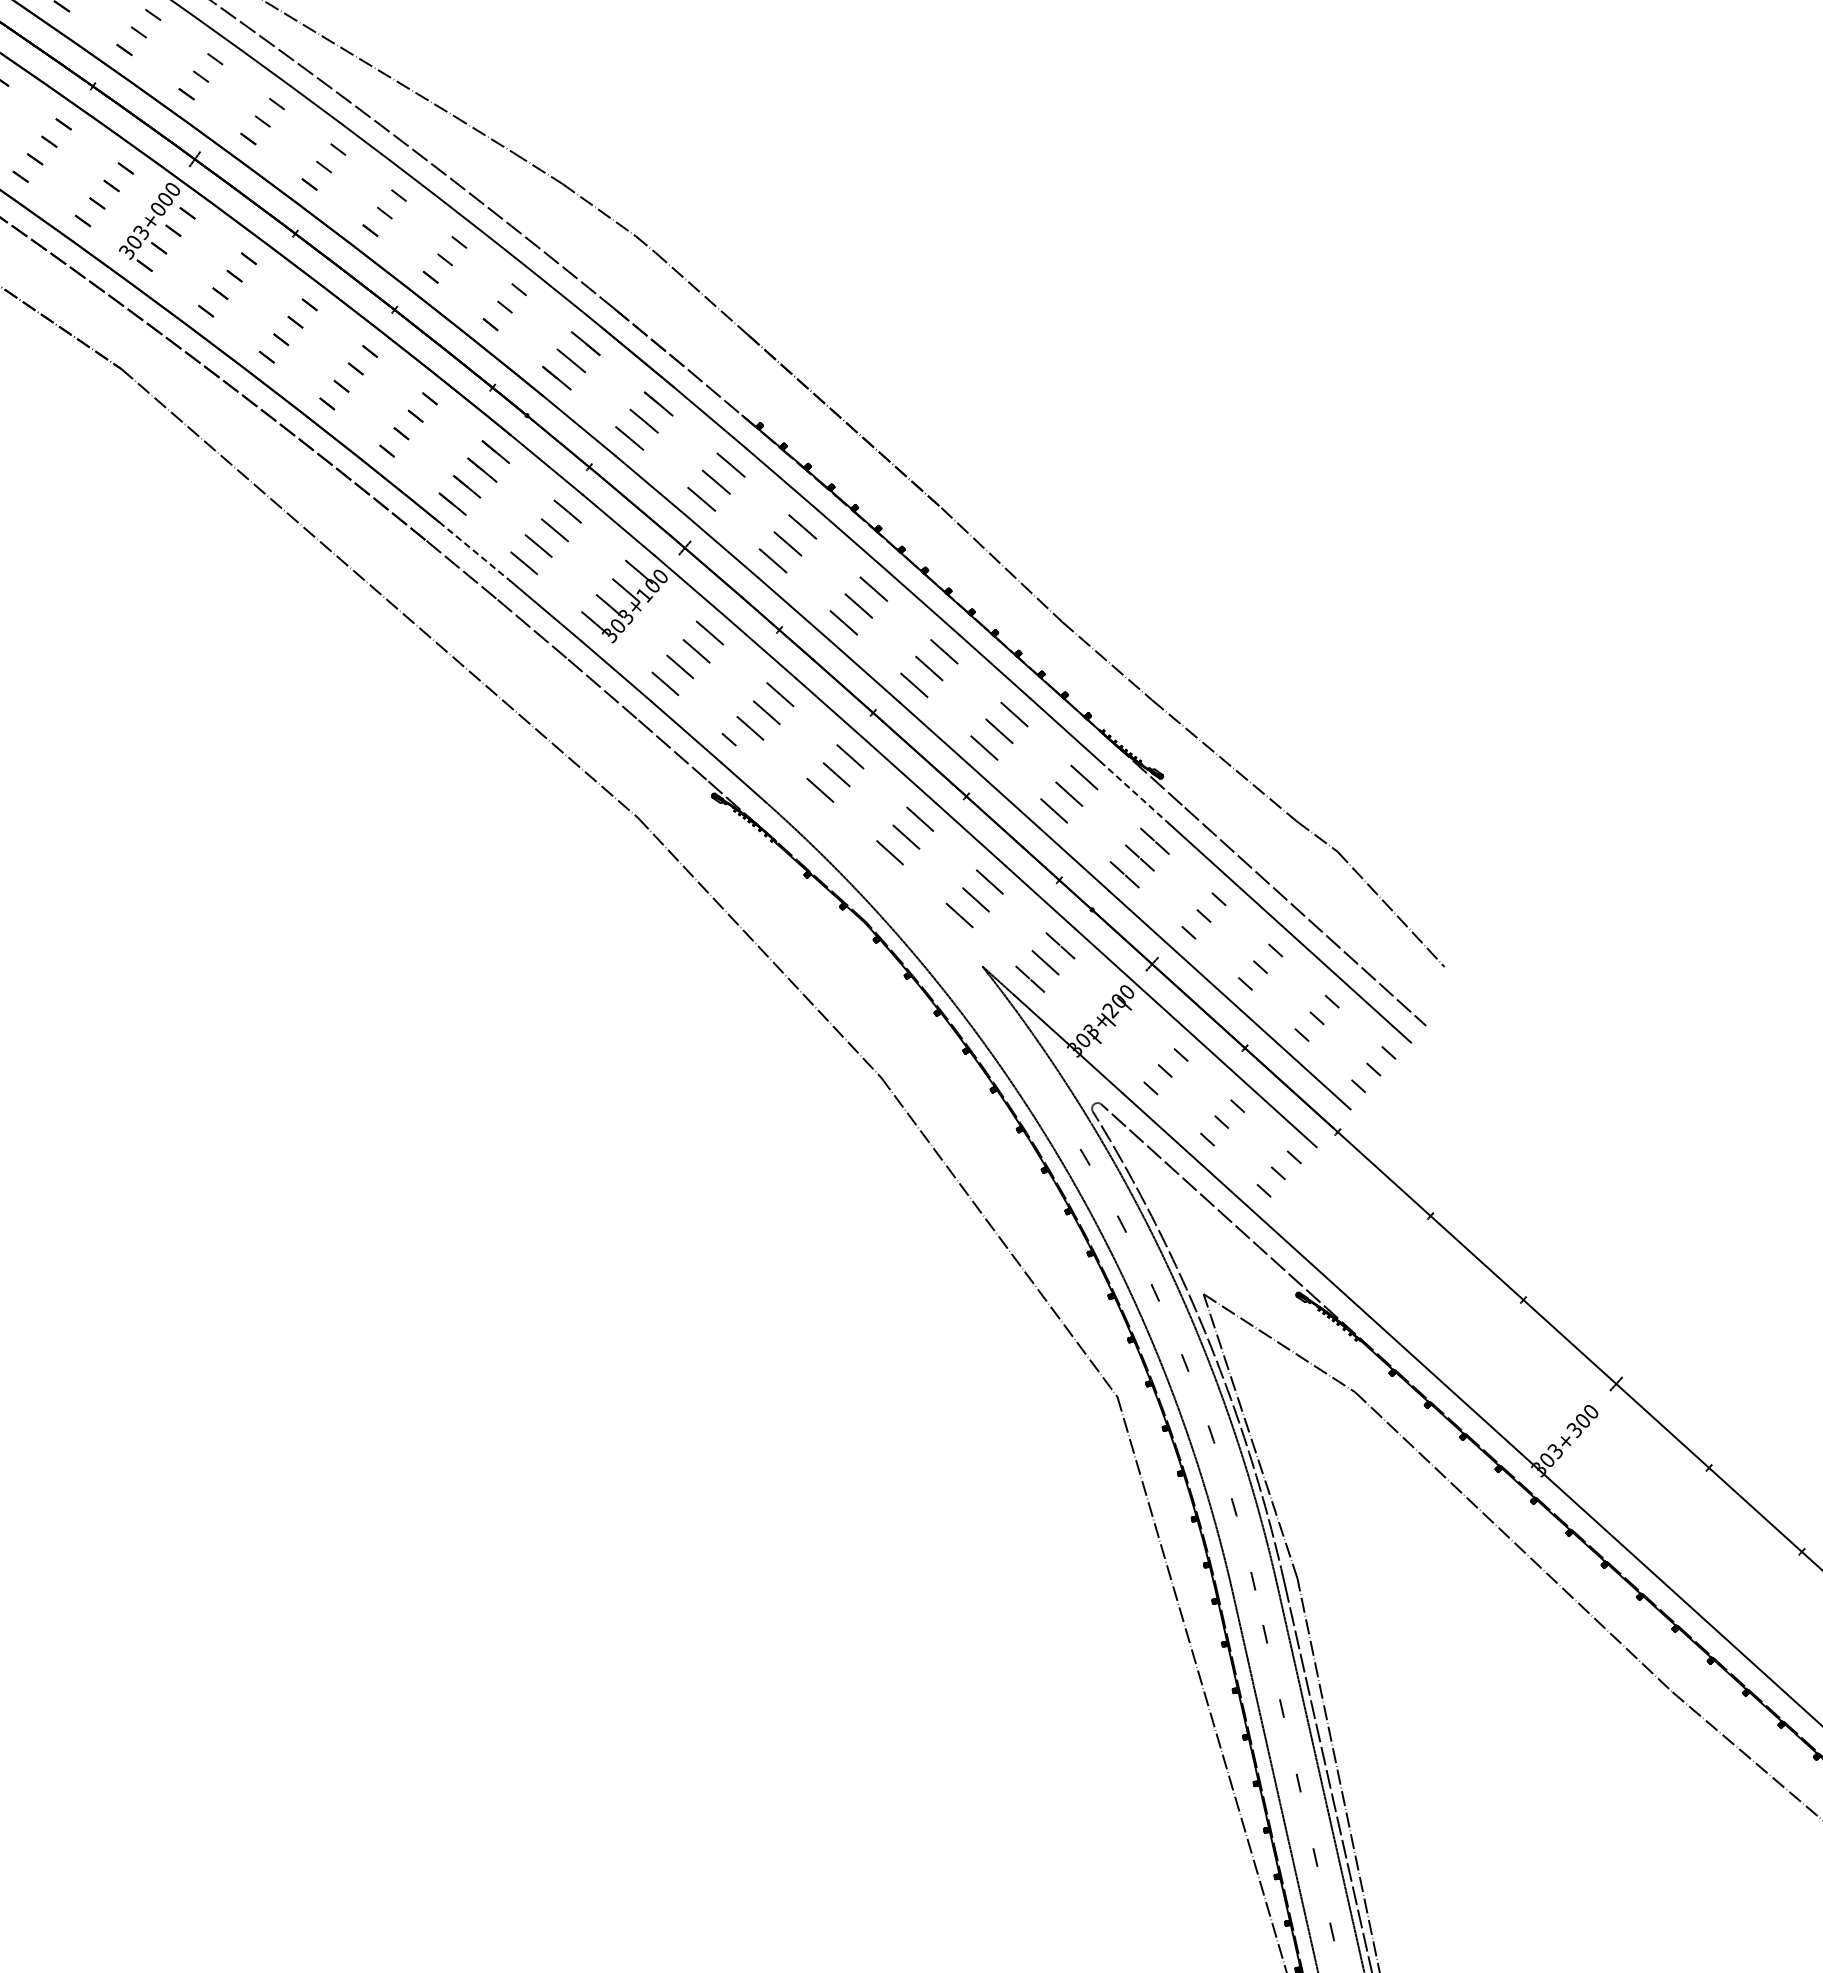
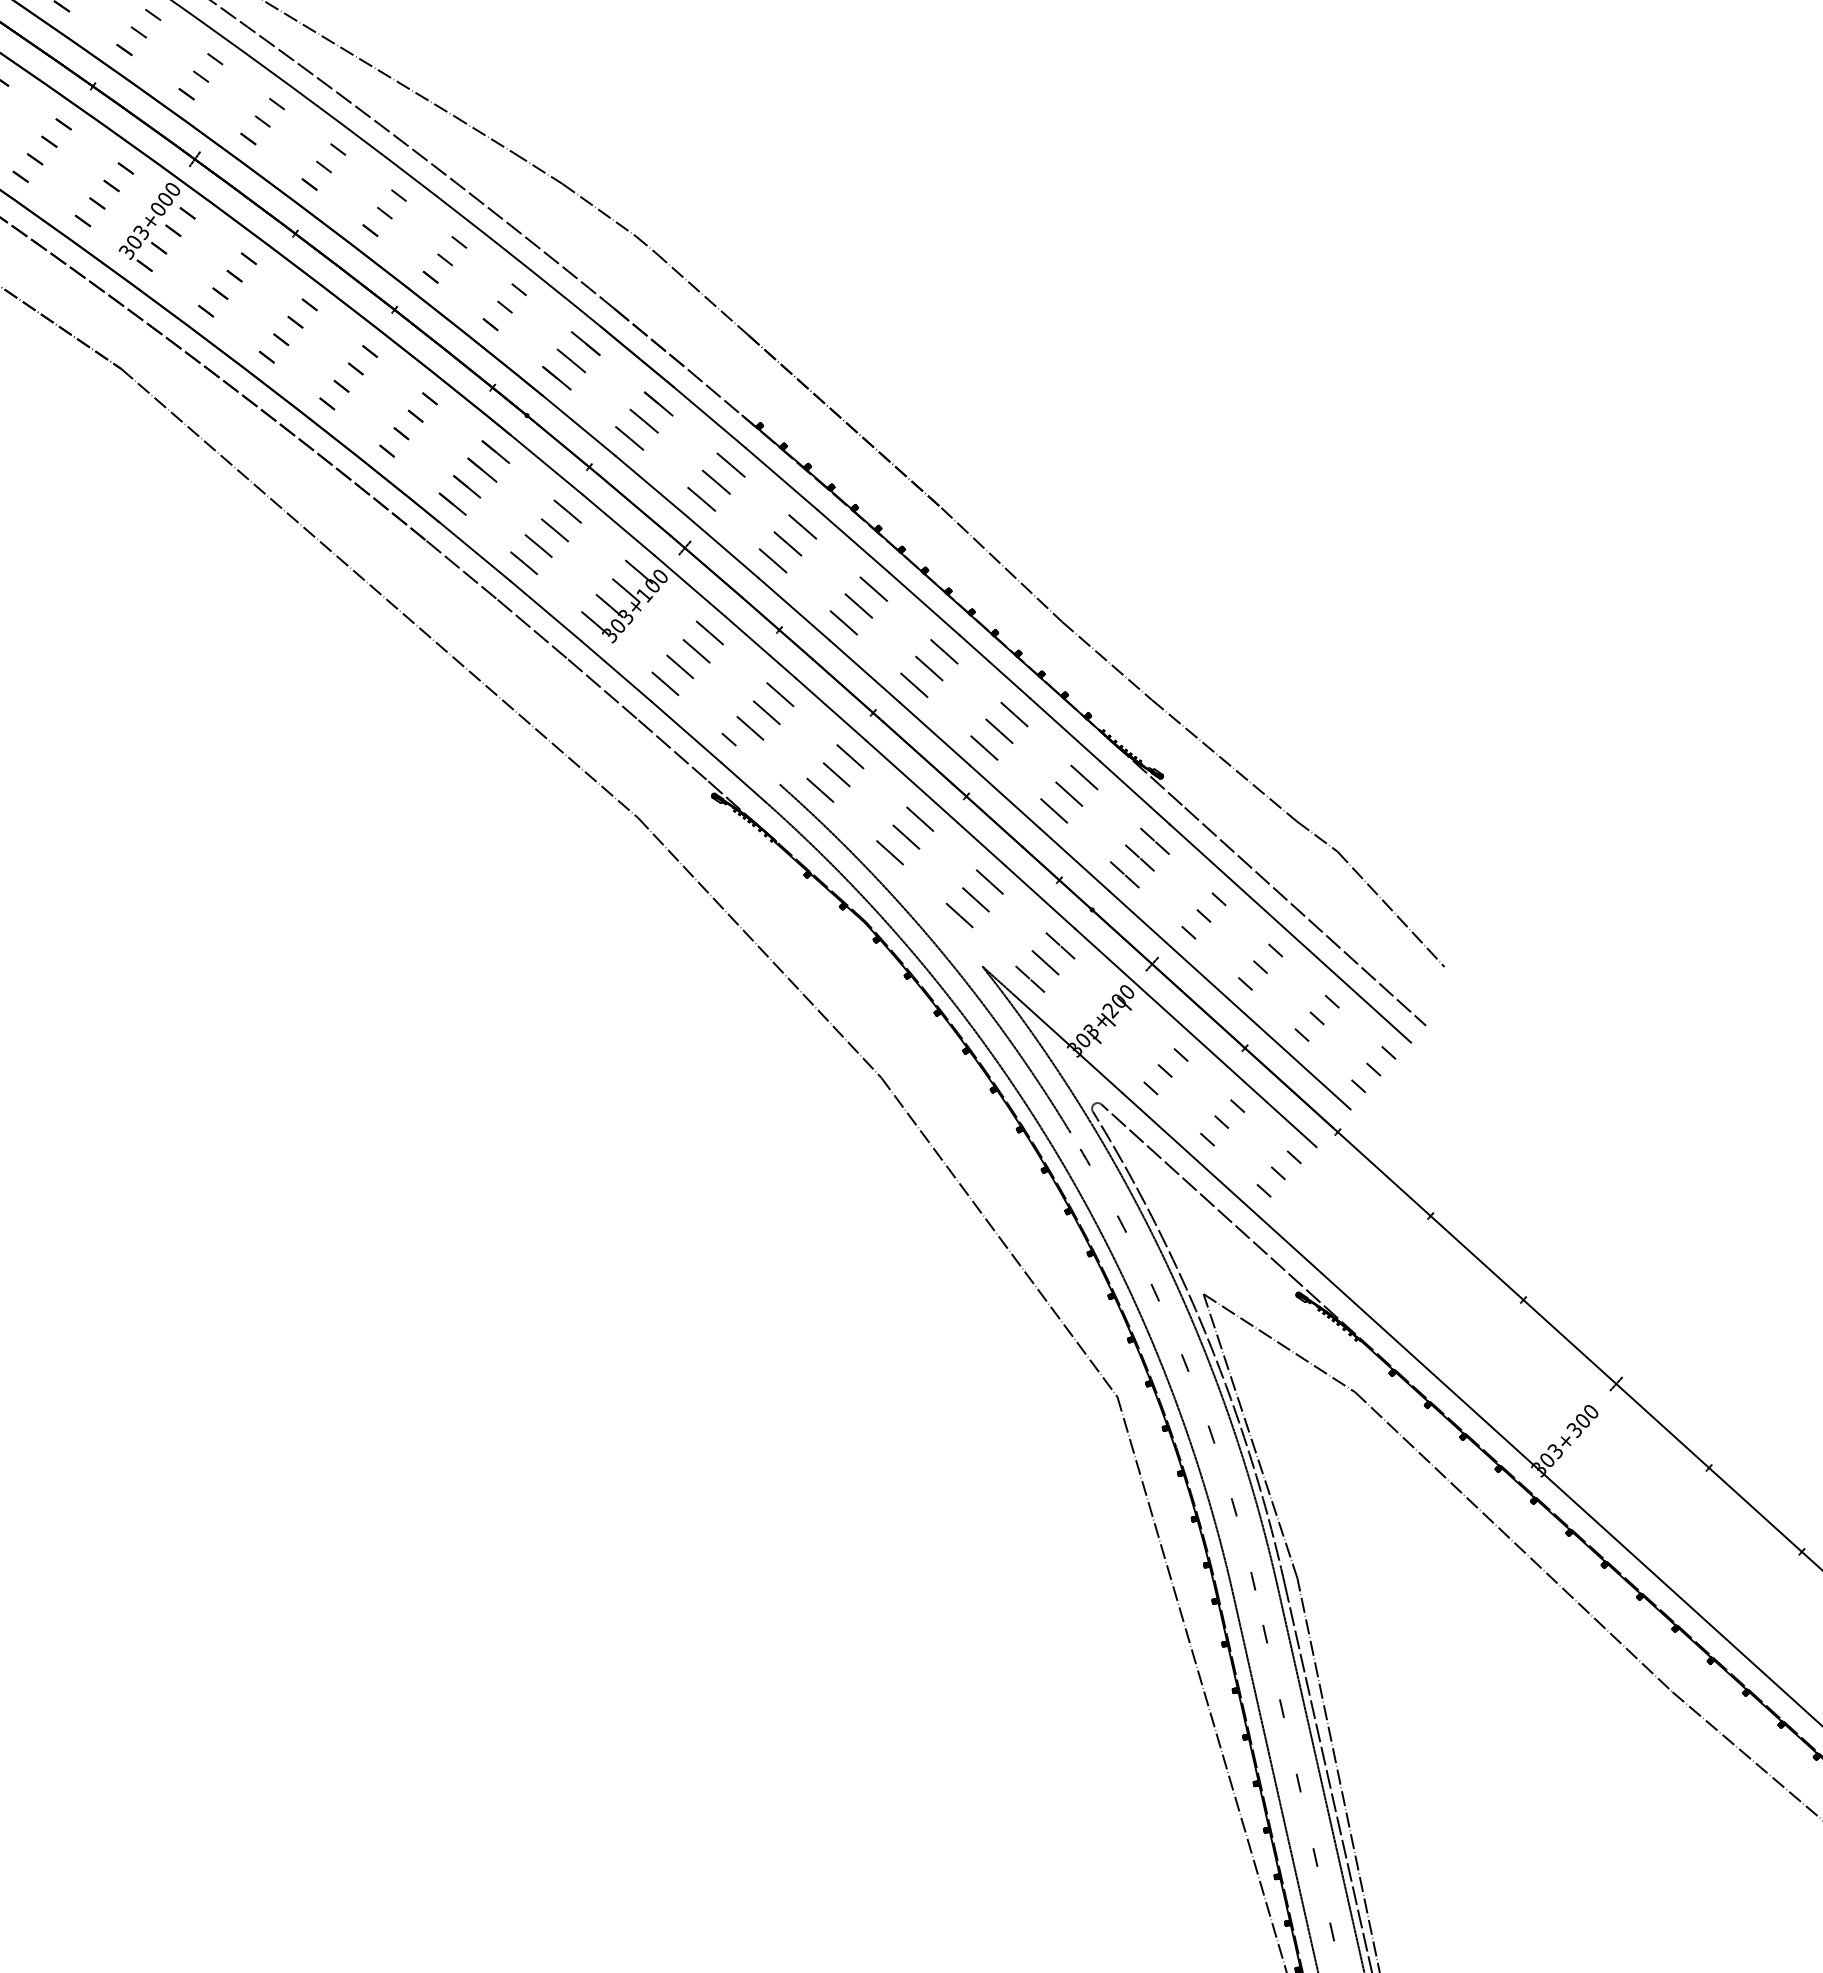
line at (474, 551): dashed -> solid
line at (1134, 792): dashed -> solid
arc at (936, 947): none -> present
